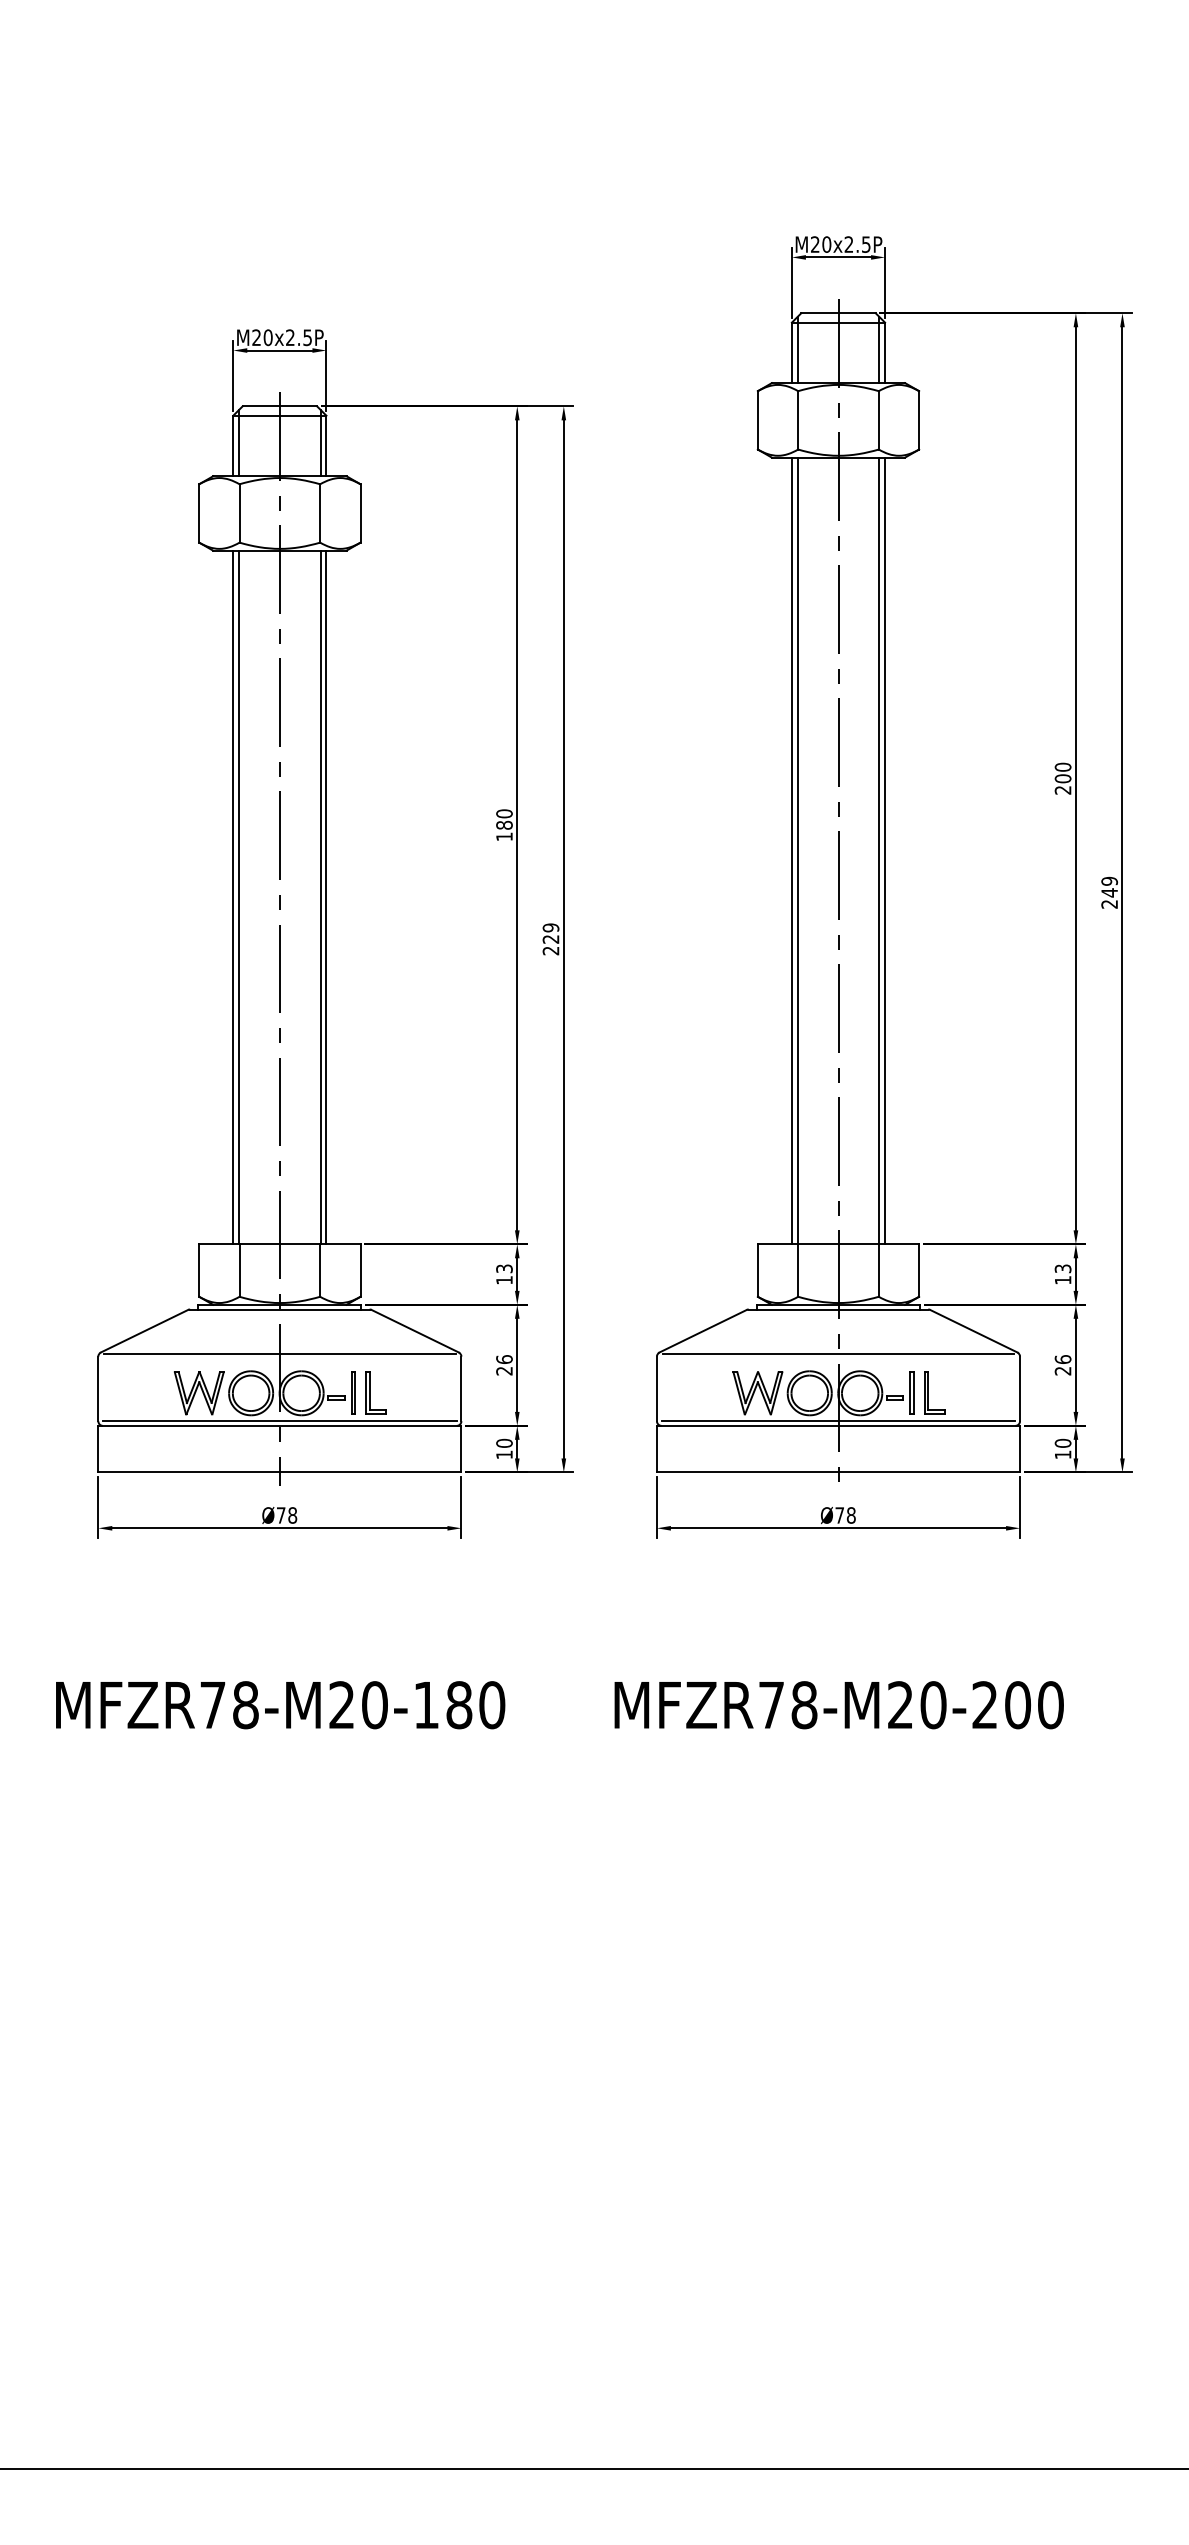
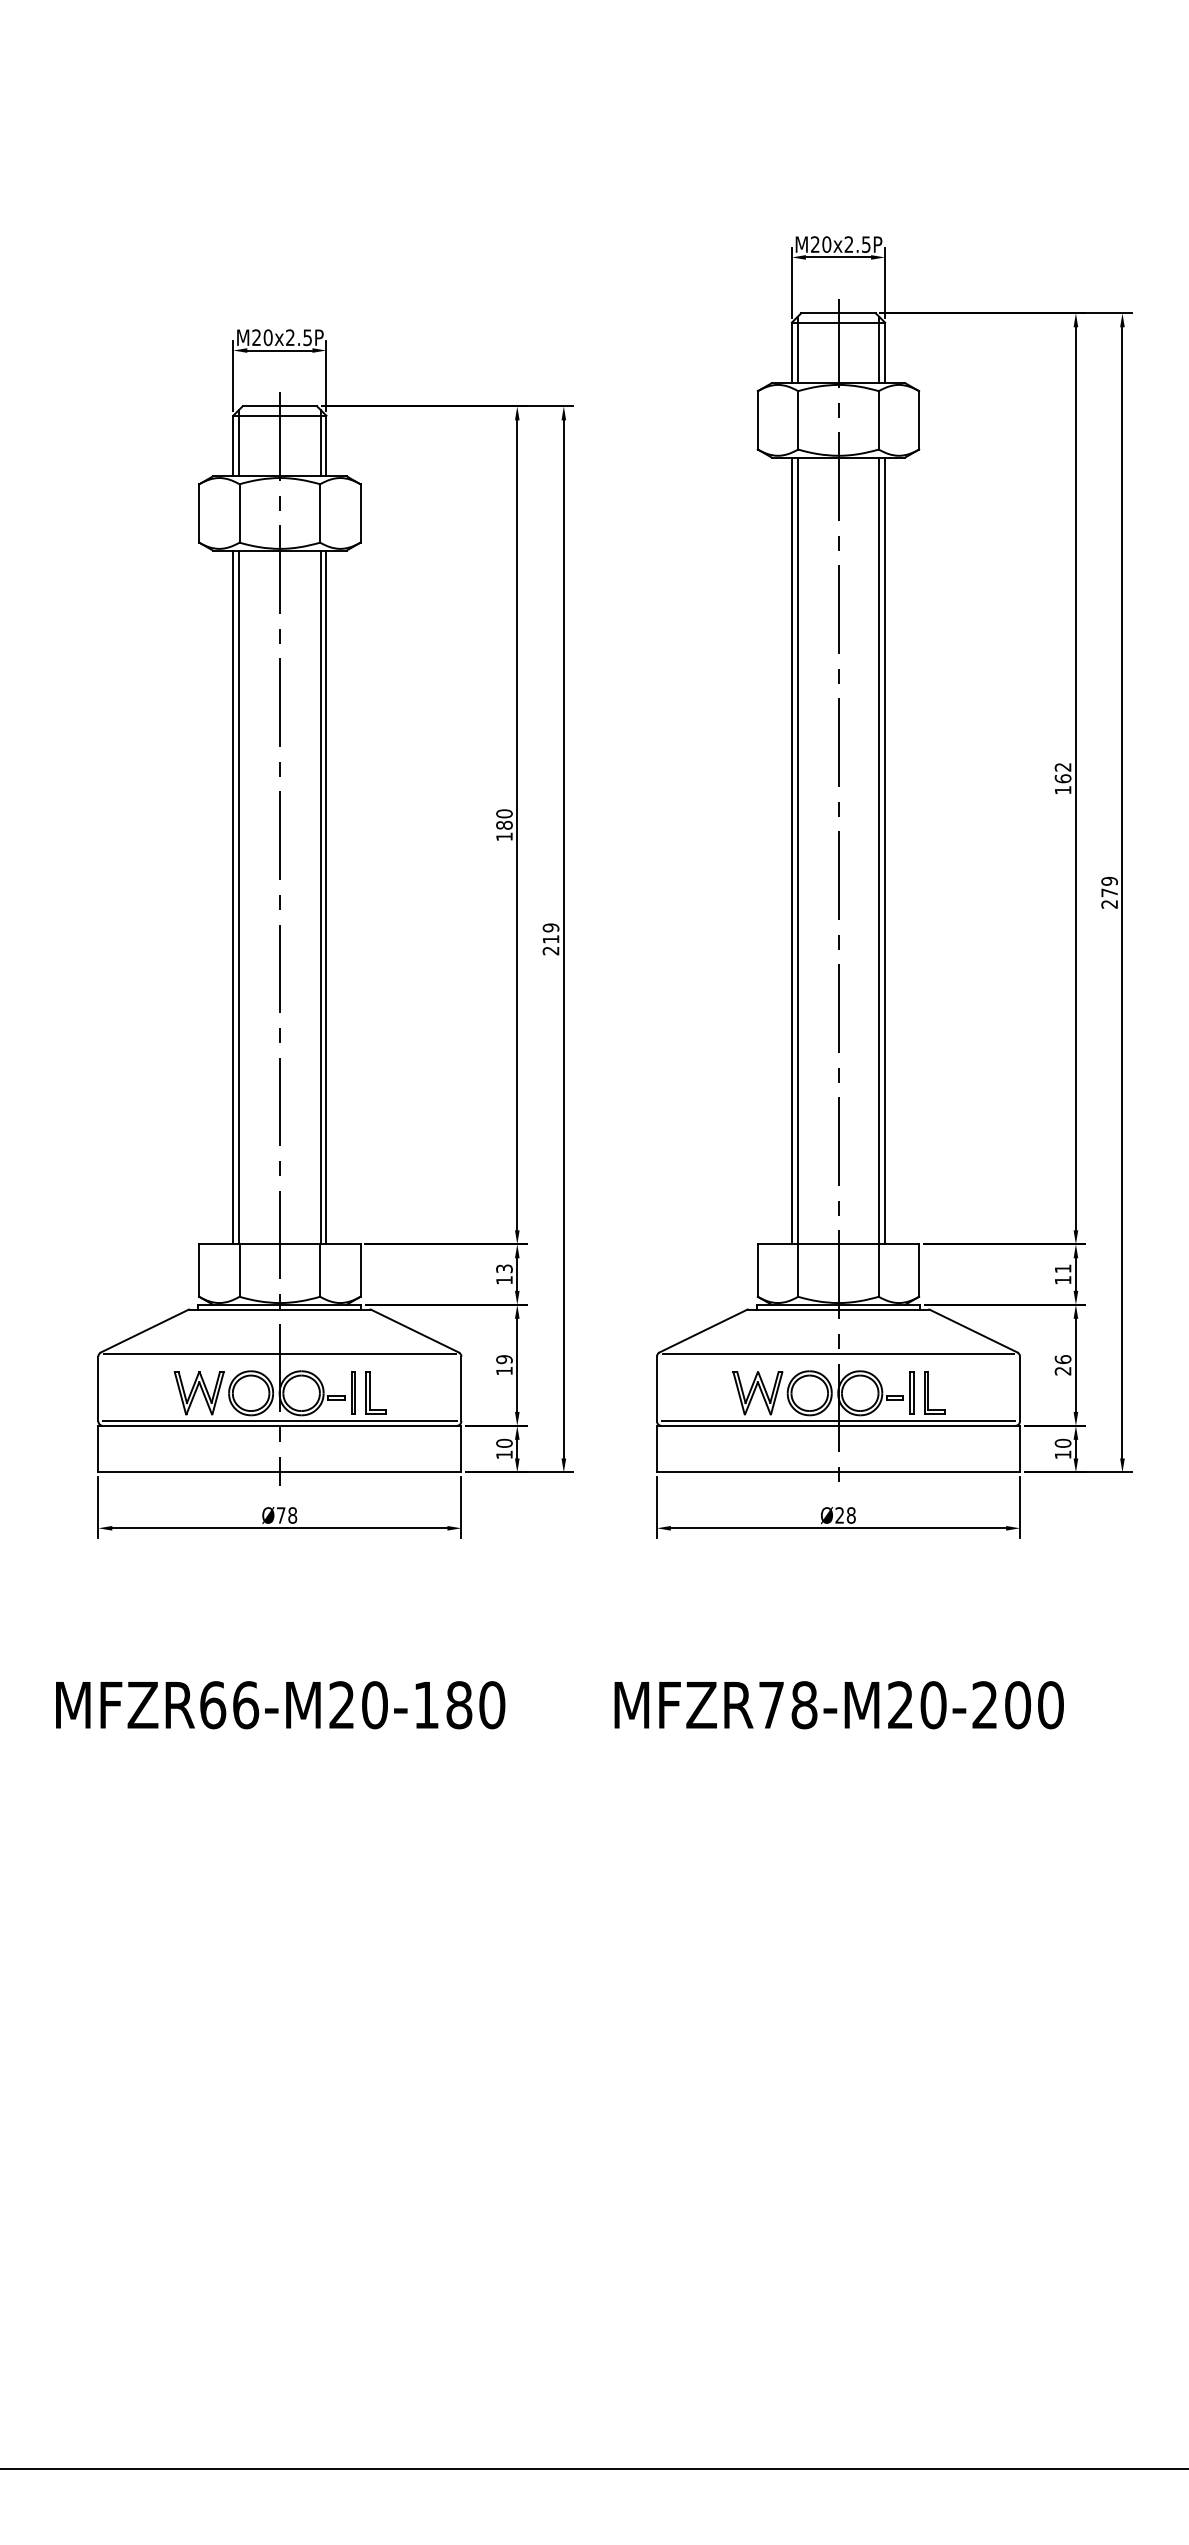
text at (1062, 778): 200 -> 162
text at (1109, 892): 249 -> 279
text at (550, 939): 229 -> 219
text at (1062, 1268): 13 -> 11
text at (504, 1365): 26 -> 19
text at (839, 1515): Ø78 -> Ø28
text at (229, 1705): MFZR78-M20-180 -> MFZR66-M20-180
